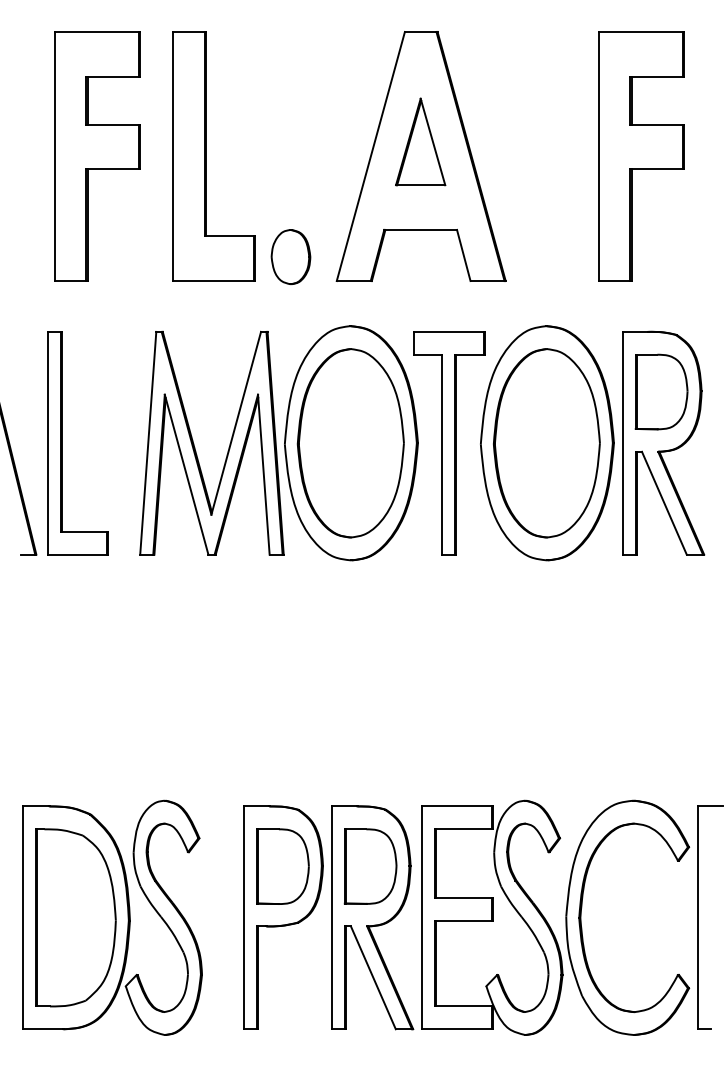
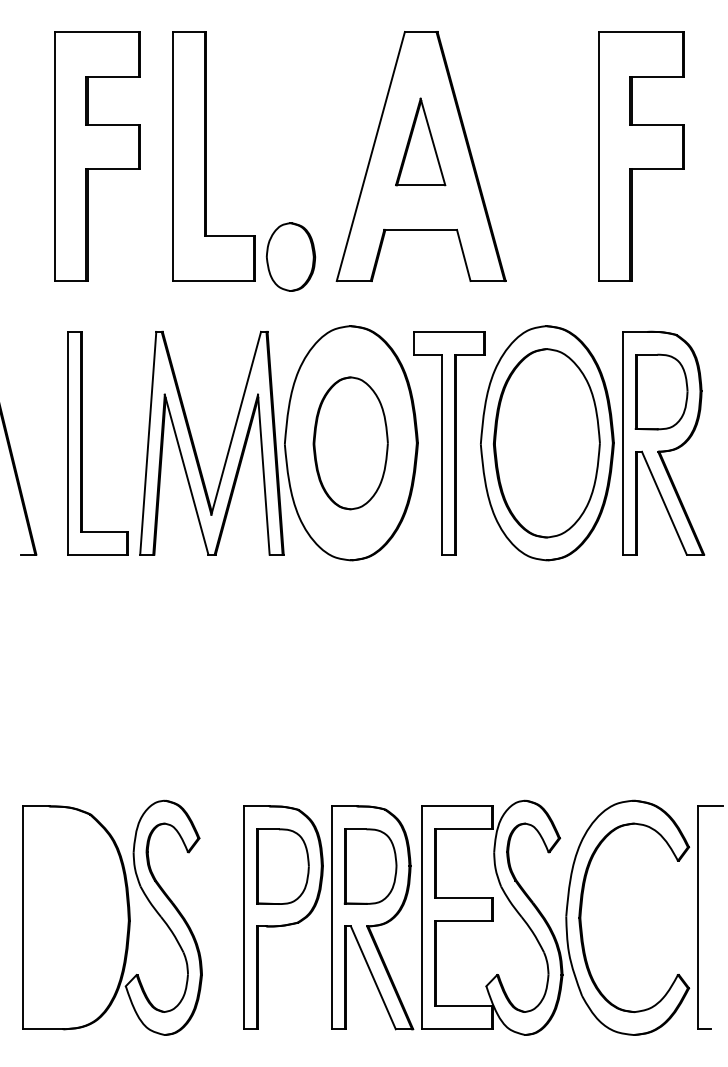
part at (290, 256) size: 42x56 px -> 52x70 px
part at (62, 443) position: (62, 443) -> (82, 443)
part at (350, 443) size: 109x191 px -> 77x135 px
part at (75, 917): present -> none
